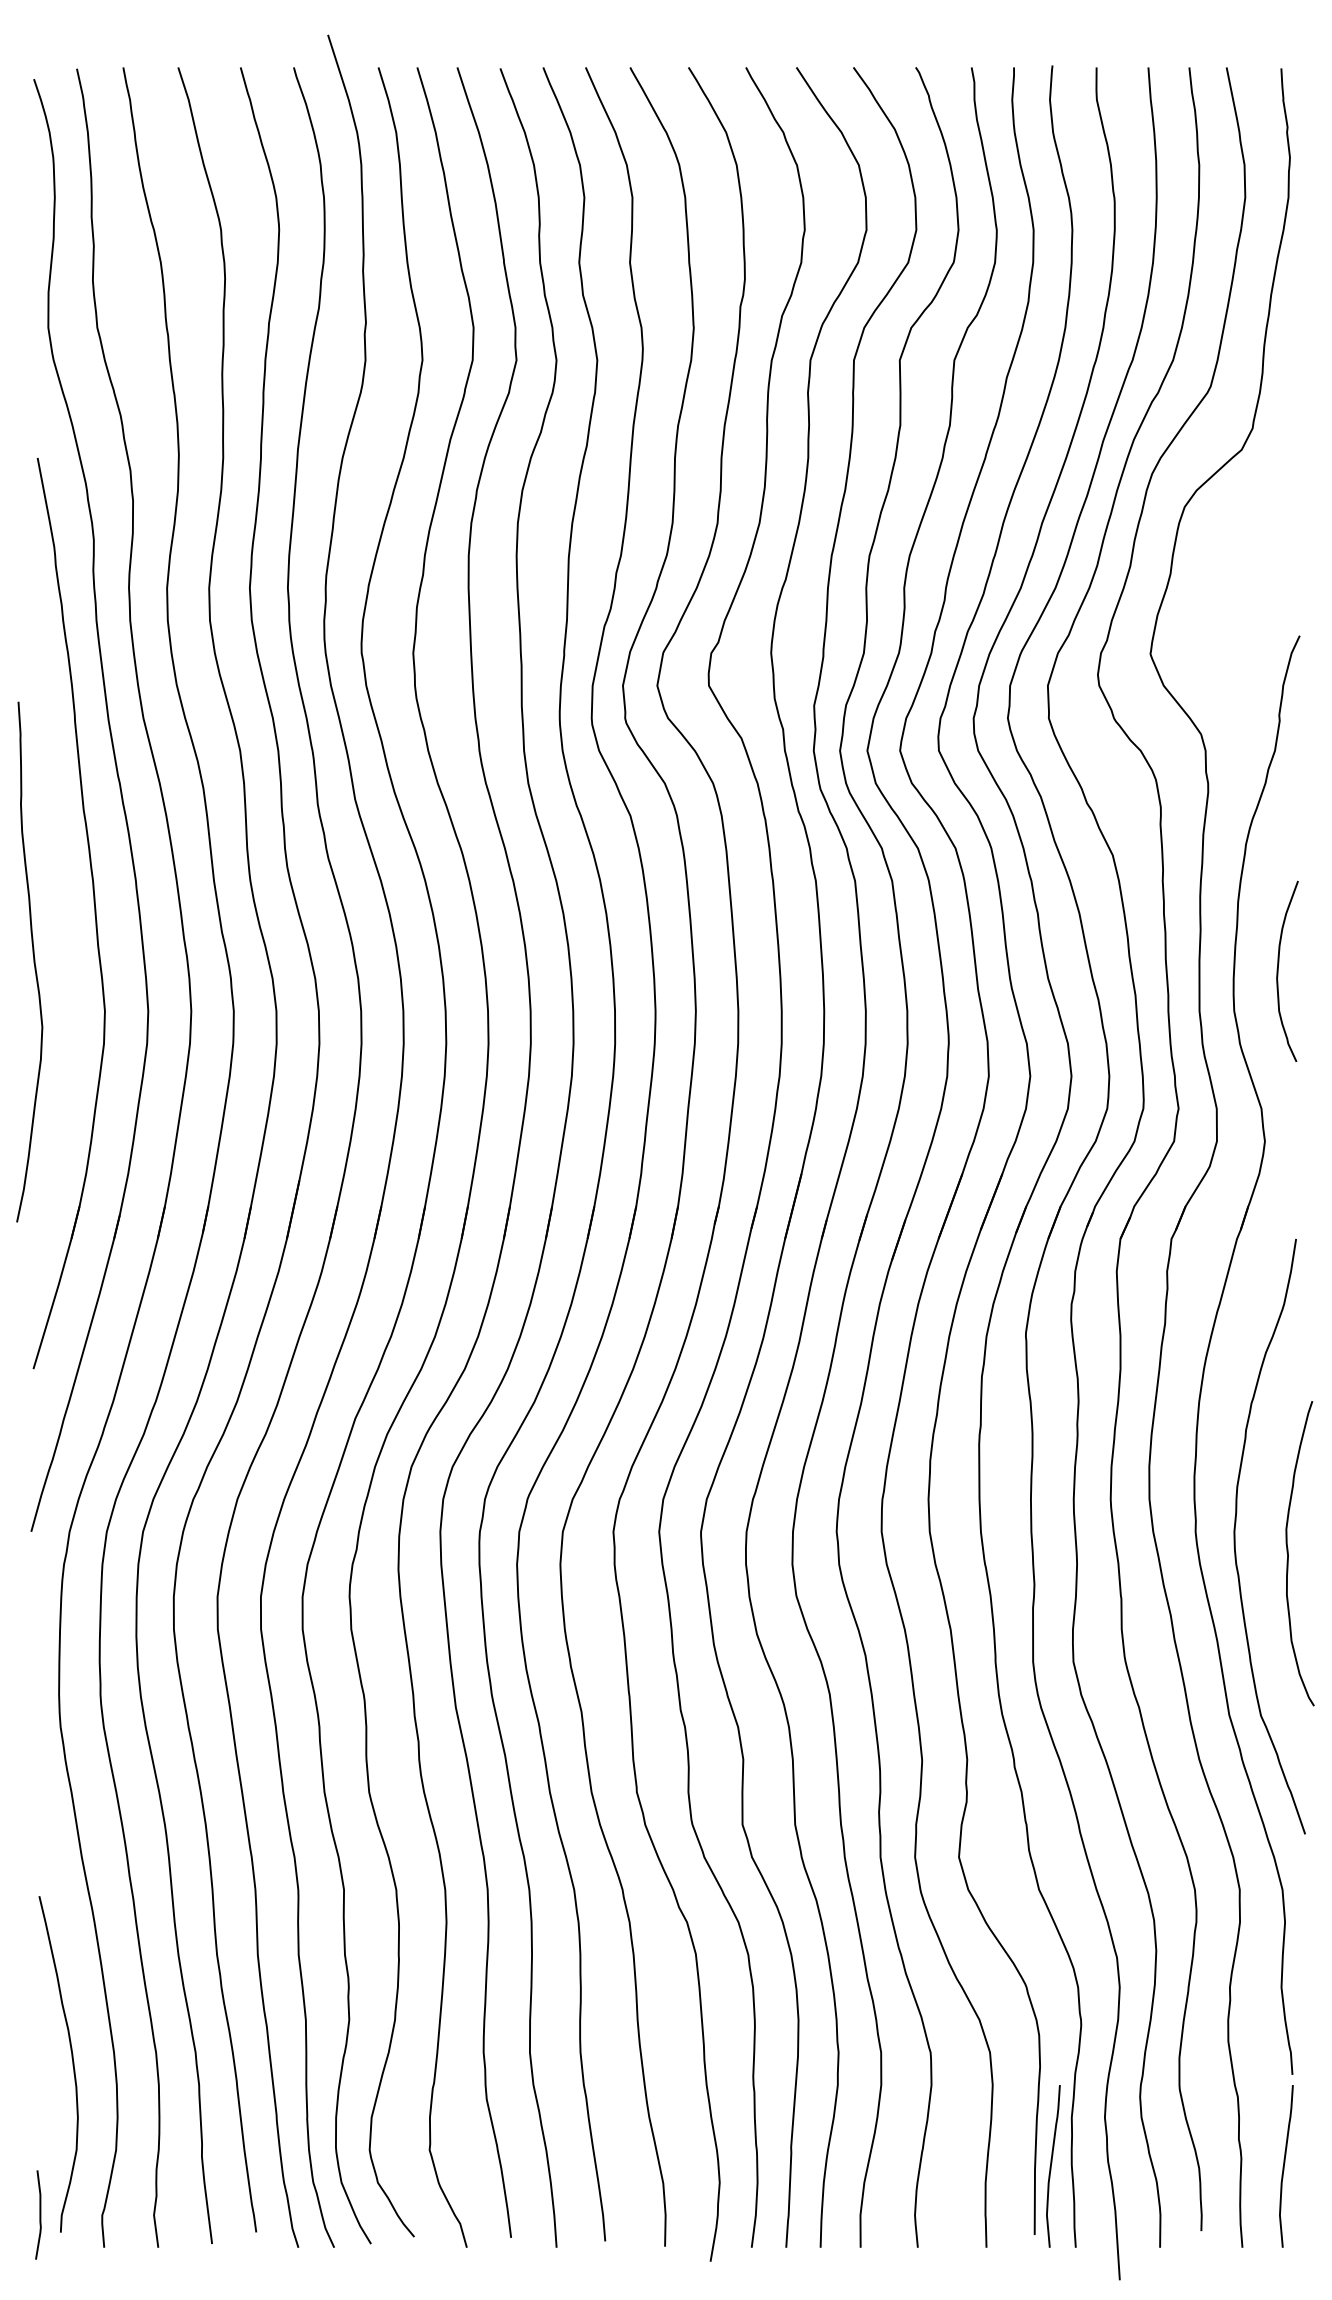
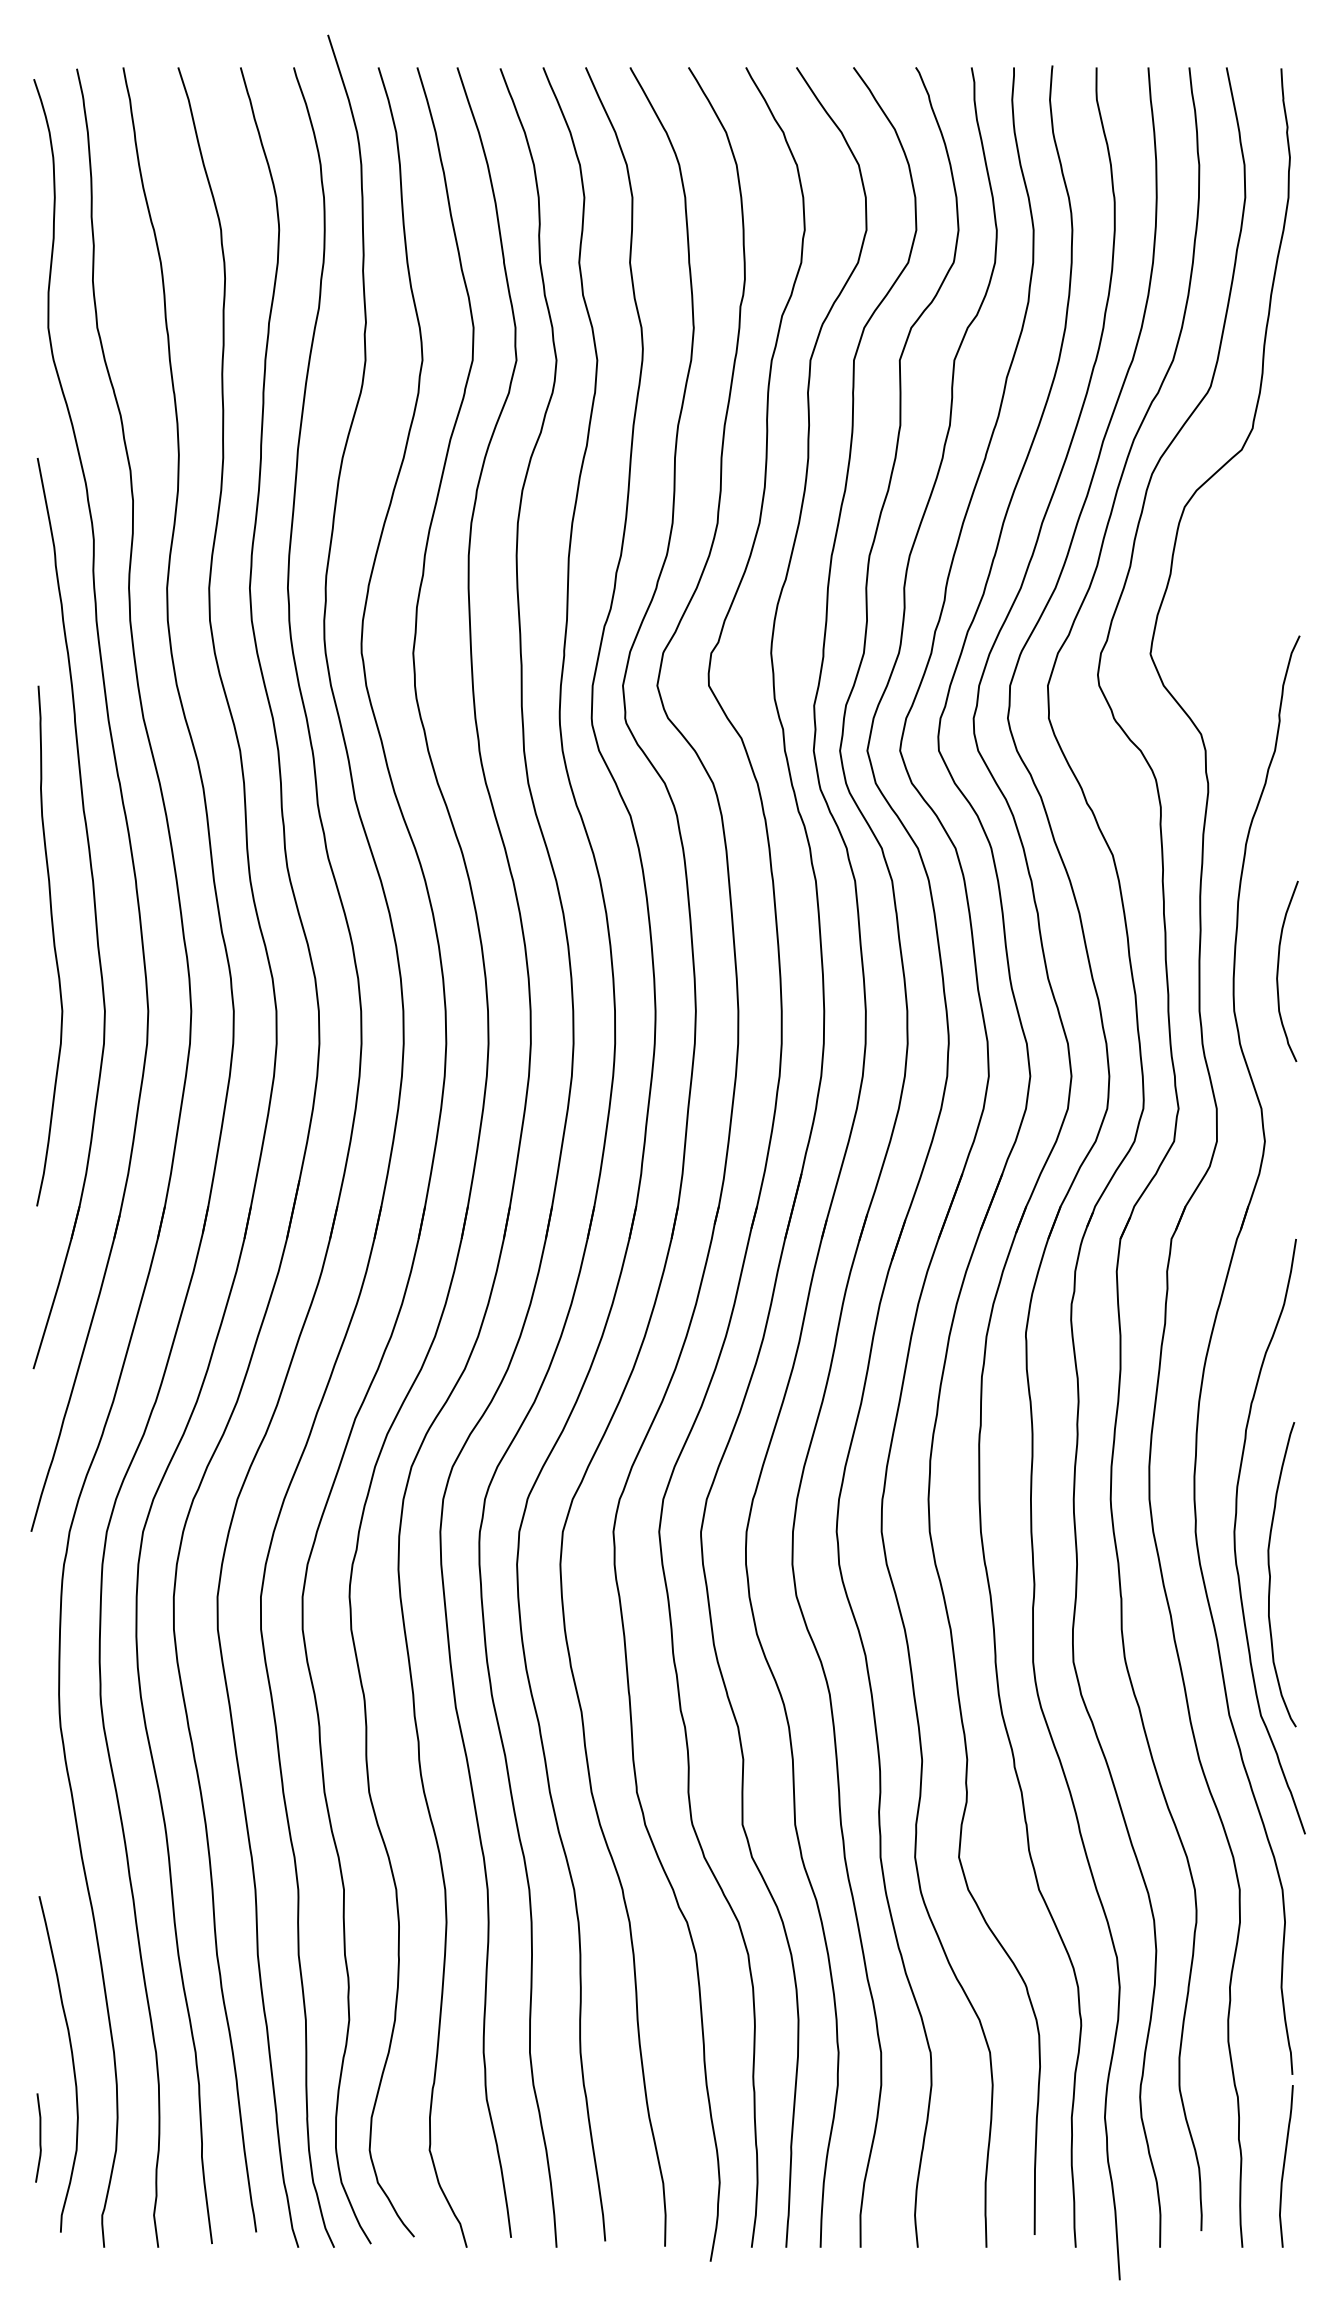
curve at (33, 961) position: (33, 961) -> (53, 945)
curve at (1288, 1553) position: (1288, 1553) -> (1270, 1574)
curve at (1051, 2166): present -> none
curve at (39, 2214) position: (39, 2214) -> (39, 2137)
